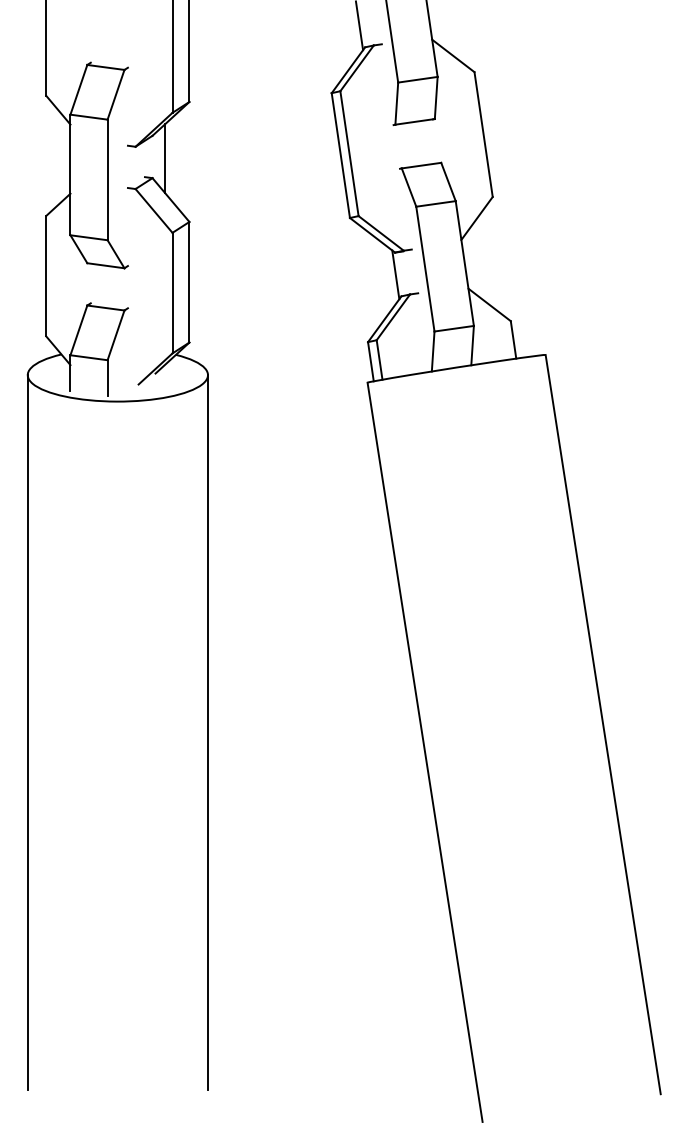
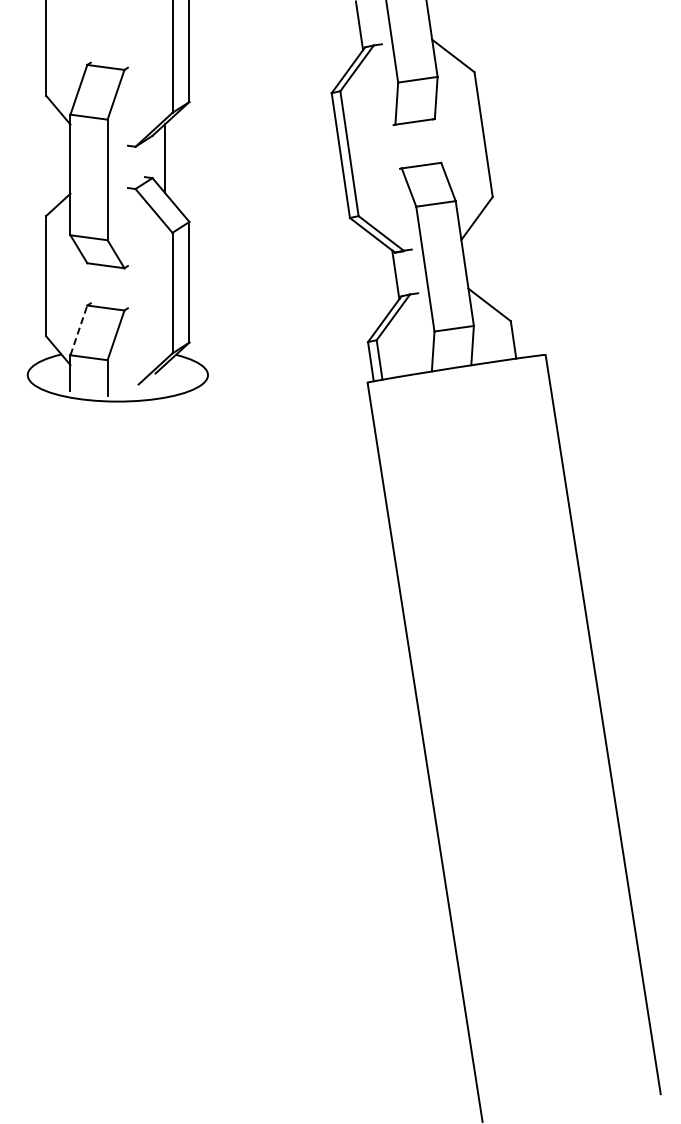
line at (79, 329): solid -> dashed
line at (27, 732): present -> none
line at (208, 732): present -> none
